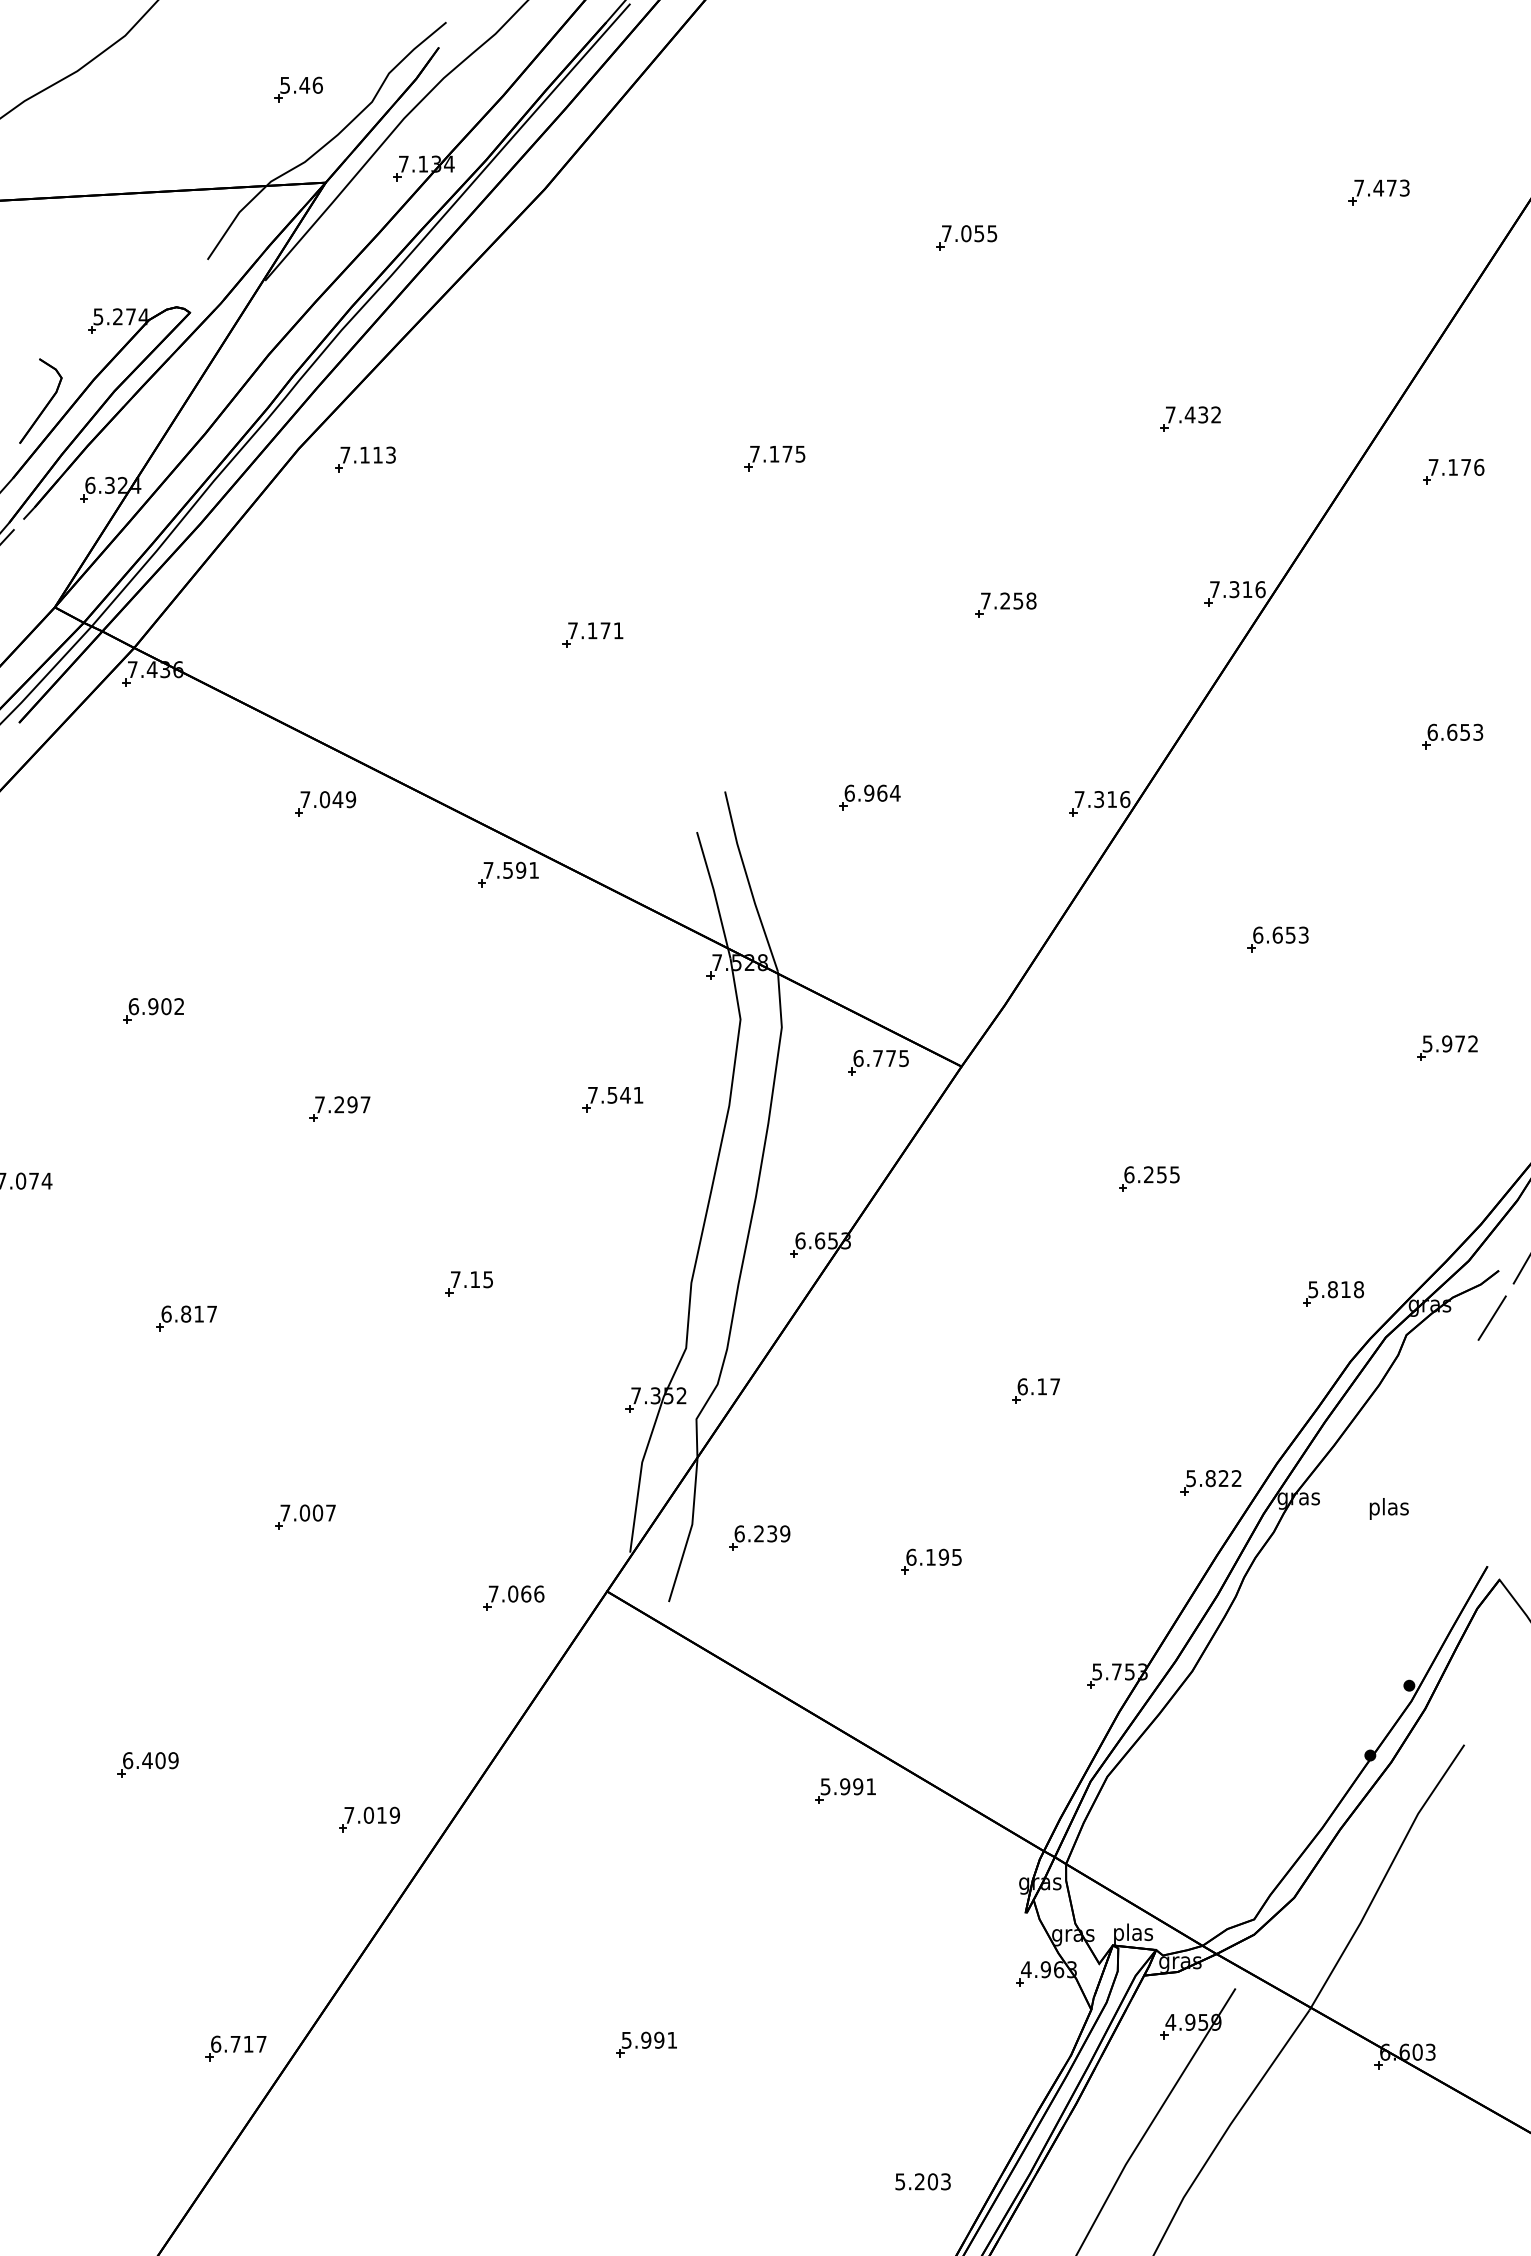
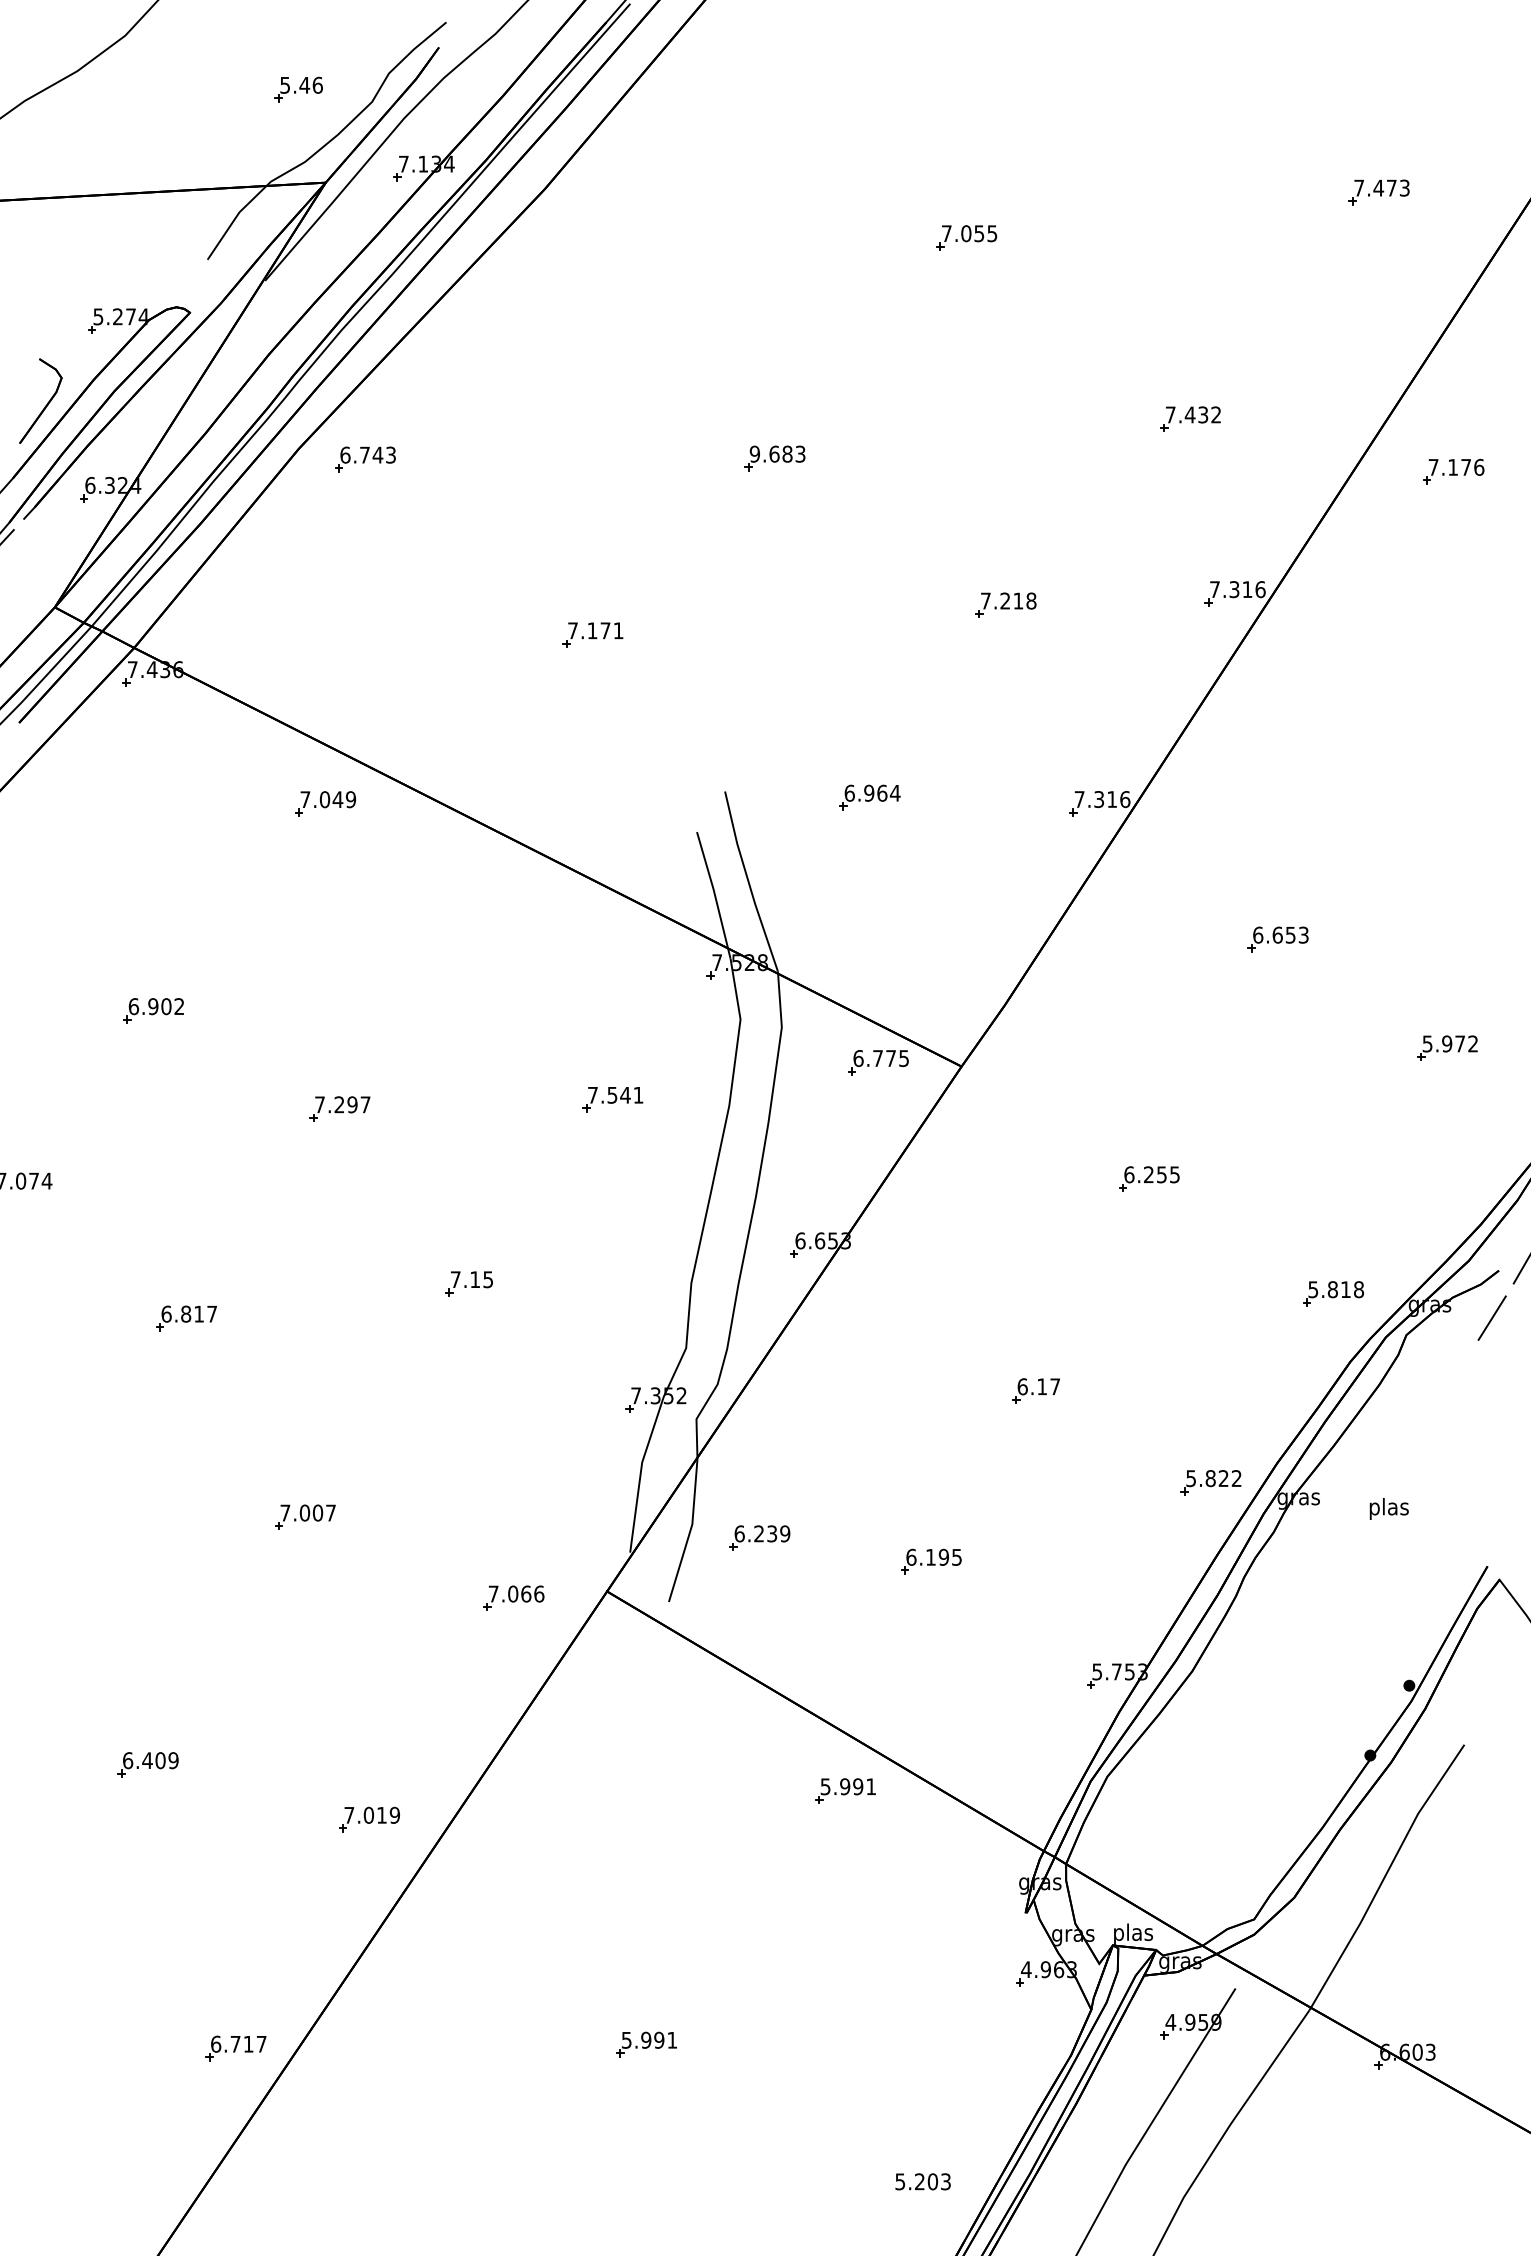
text at (777, 453): 7.175 -> 9.683
text at (361, 454): 7.113 -> 6.743
text at (1018, 600): 7.258 -> 7.218
part at (1452, 736): present -> none
part at (508, 874): present -> none
